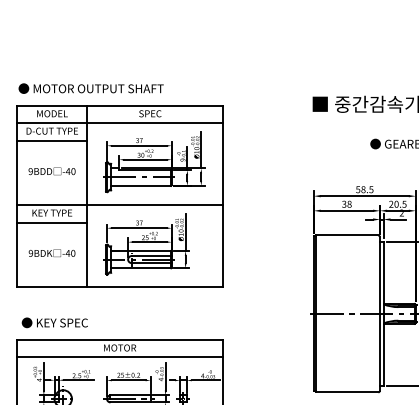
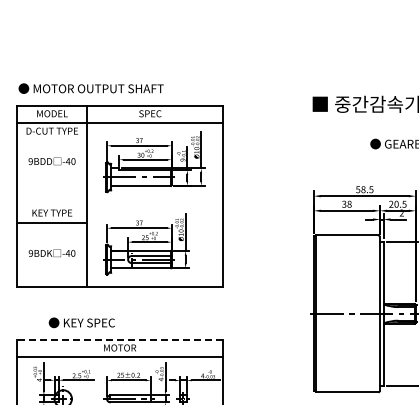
line at (51, 140): present -> none
text at (51, 171) position: (51, 171) -> (51, 161)
line at (120, 205): present -> none
text at (54, 322) position: (54, 322) -> (81, 322)
line at (119, 340): solid -> dashed
